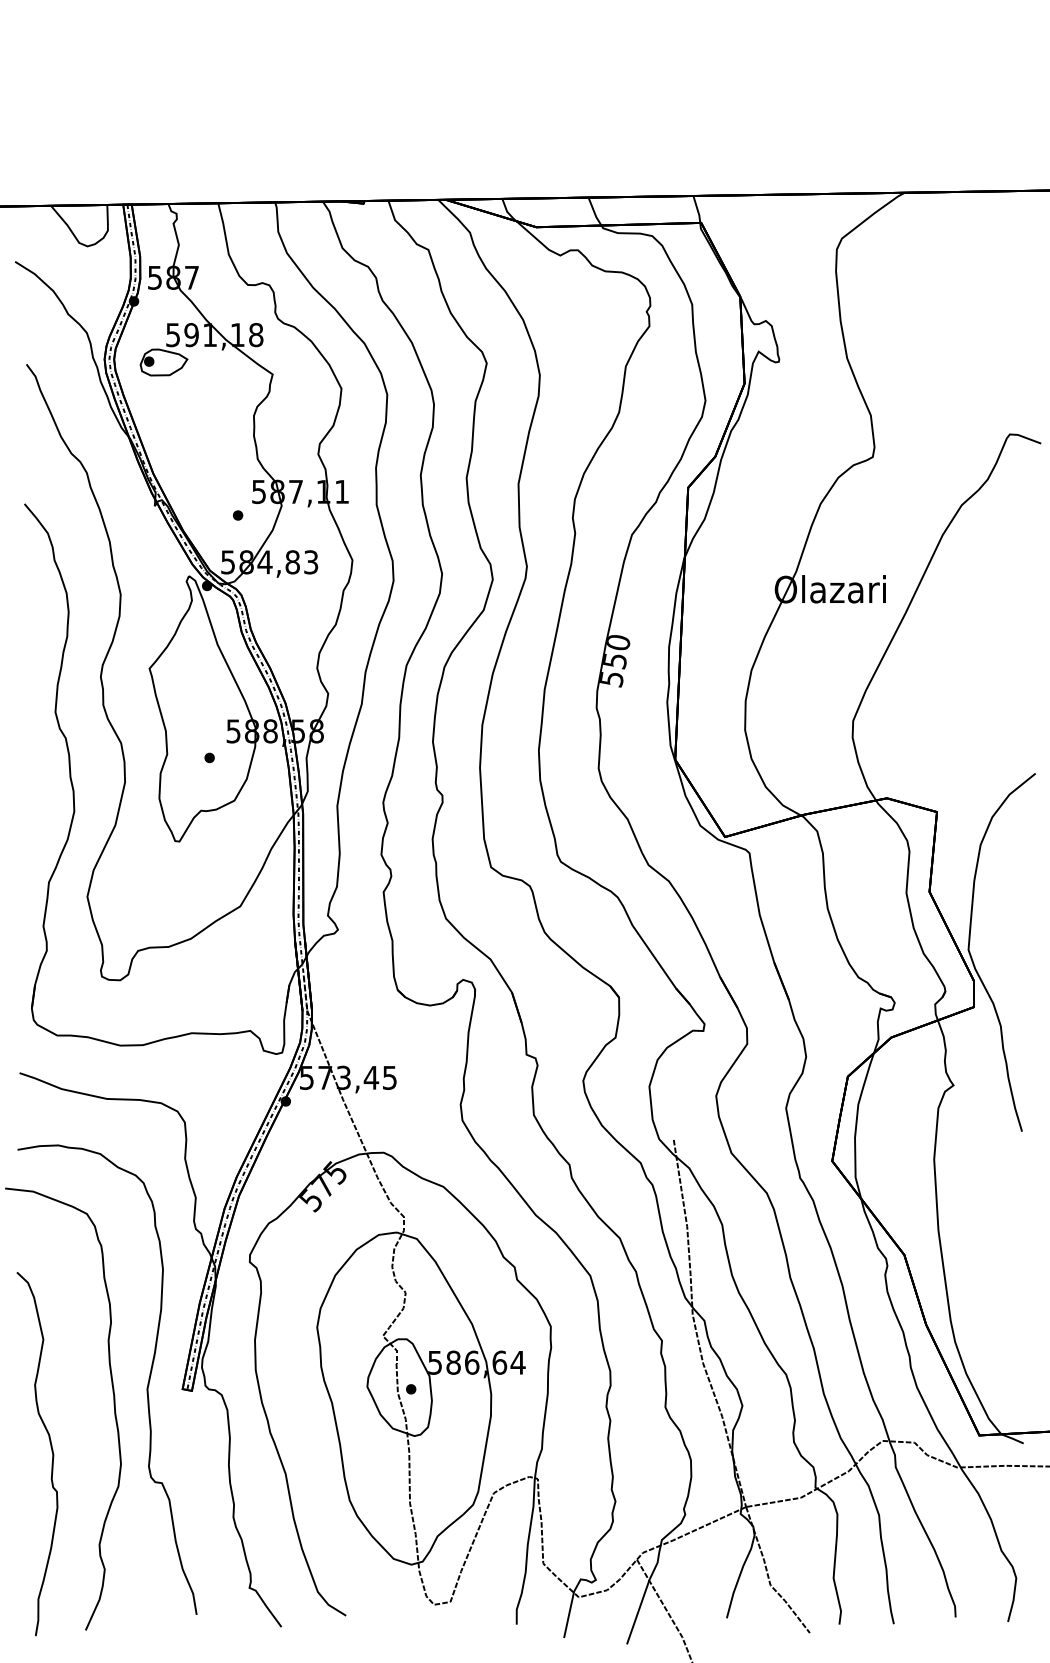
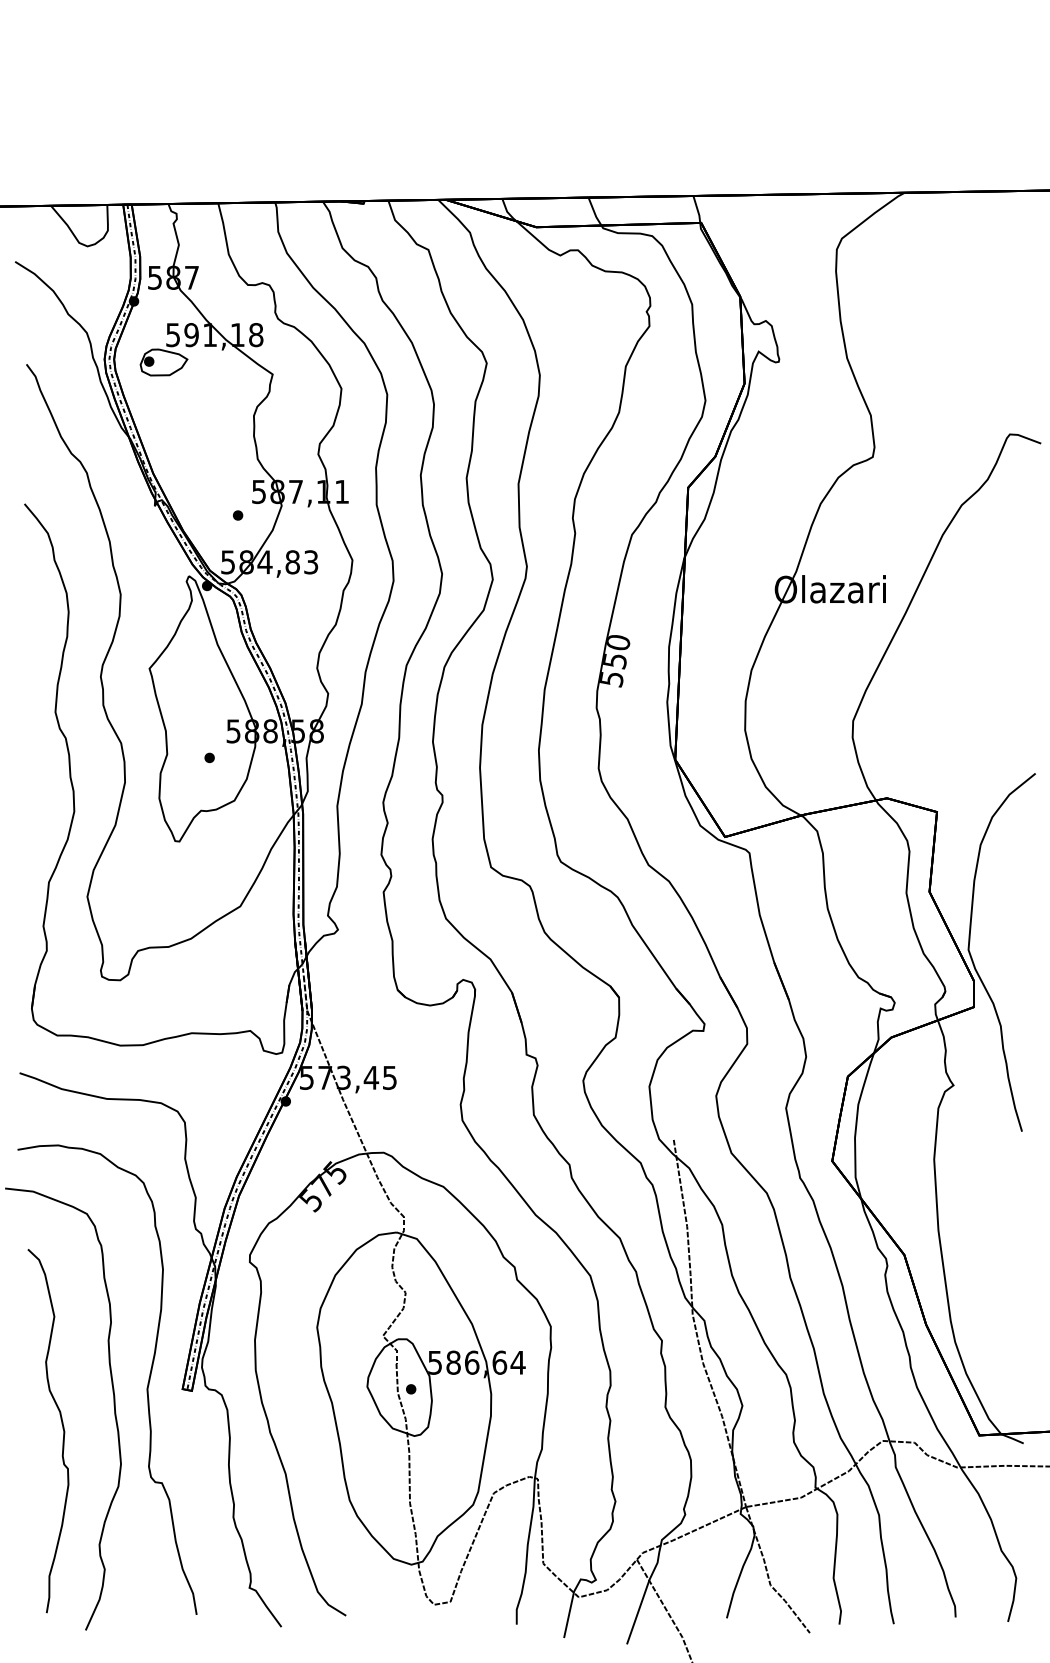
curve at (51, 1451) position: (51, 1451) -> (62, 1428)
